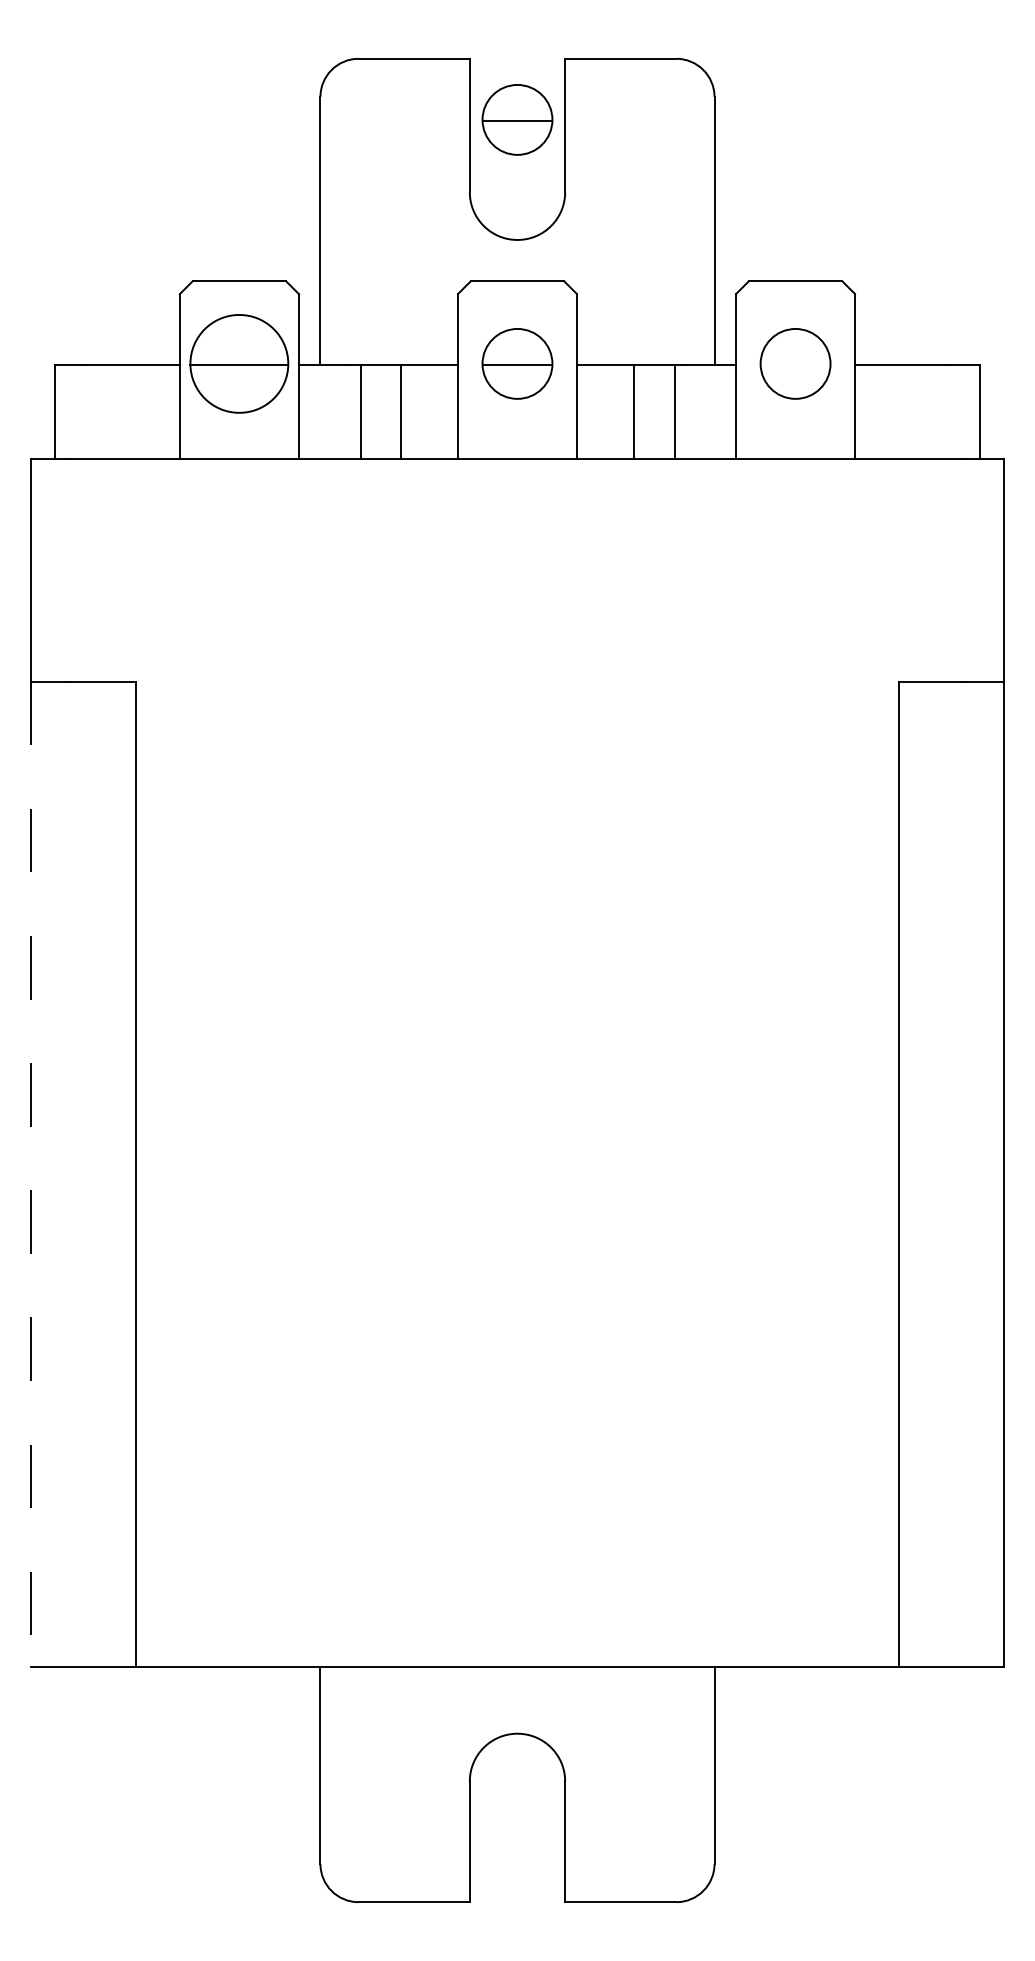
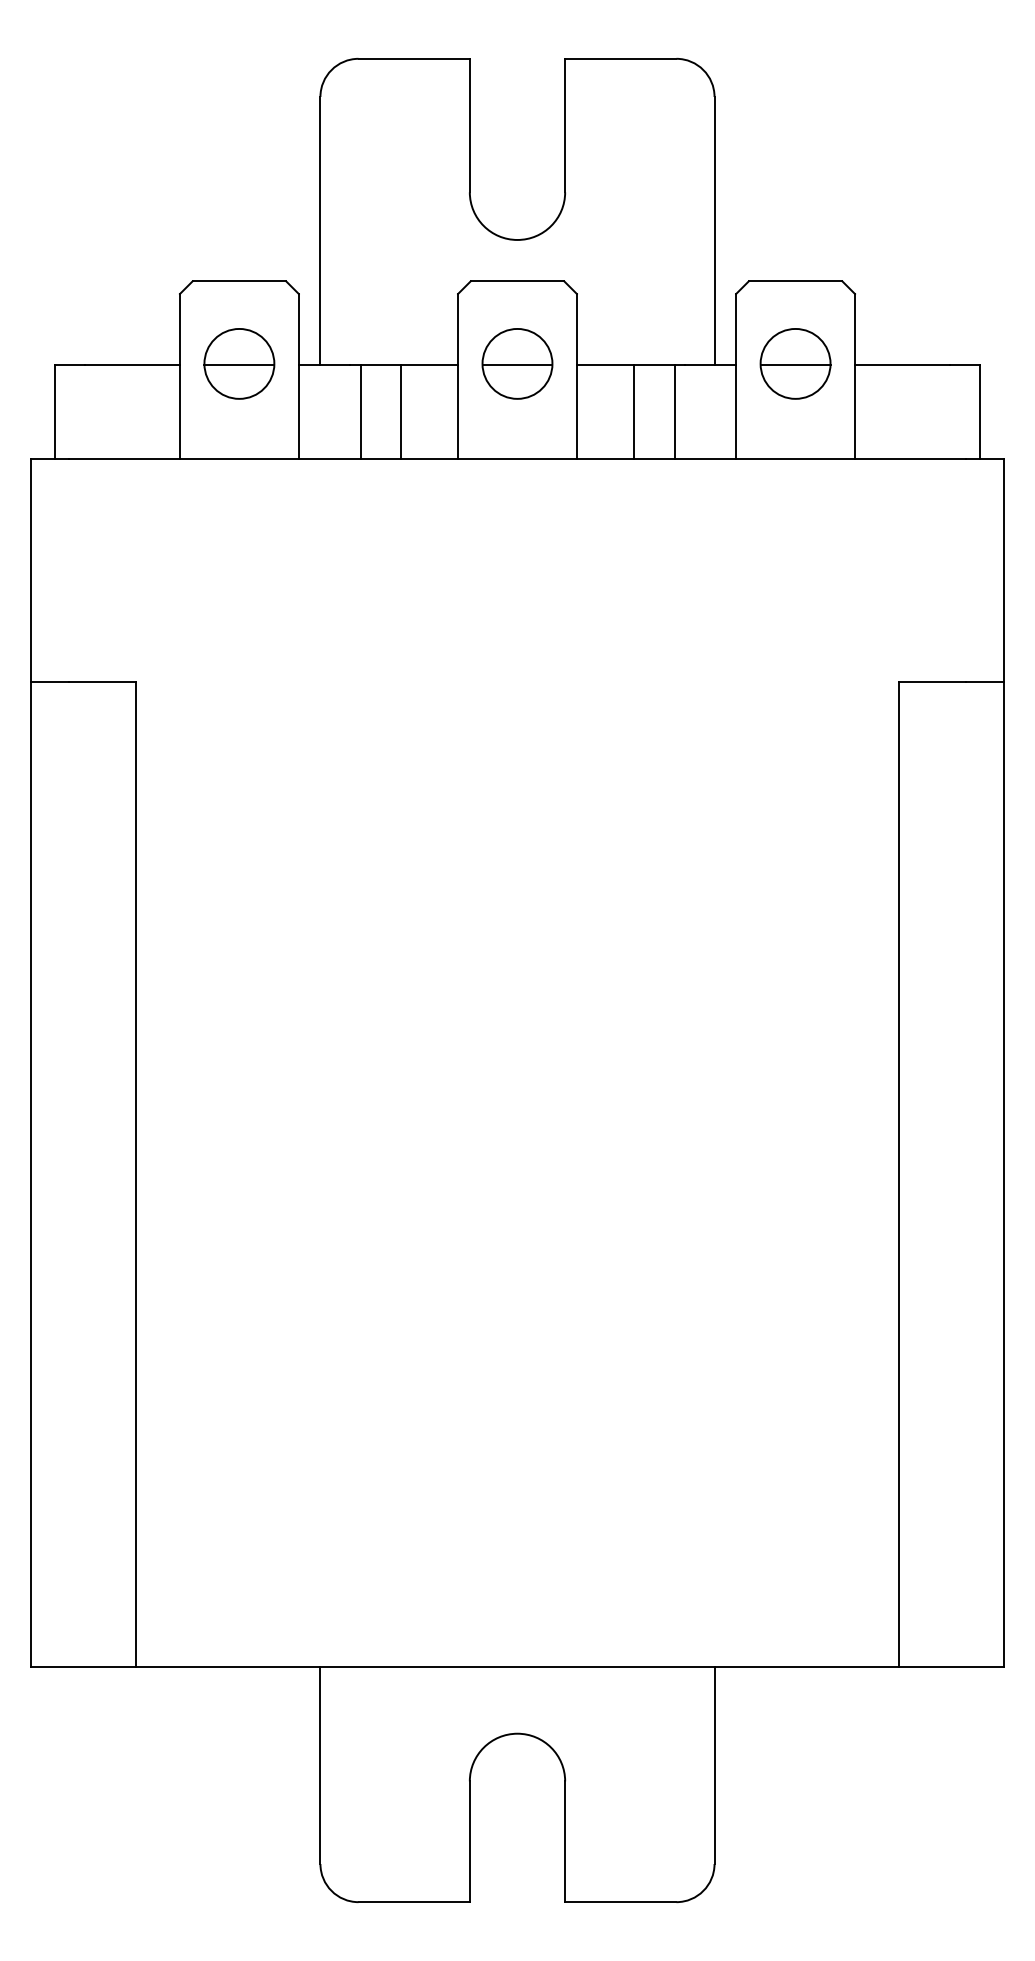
part at (517, 119): present -> none
part at (239, 363) size: 101x100 px -> 73x72 px
line at (795, 364): none -> present
line at (31, 1174): dashed -> solid
